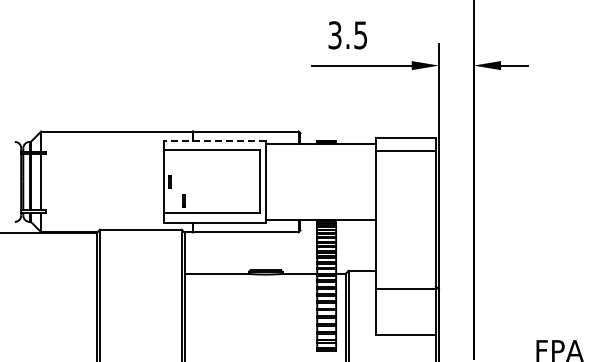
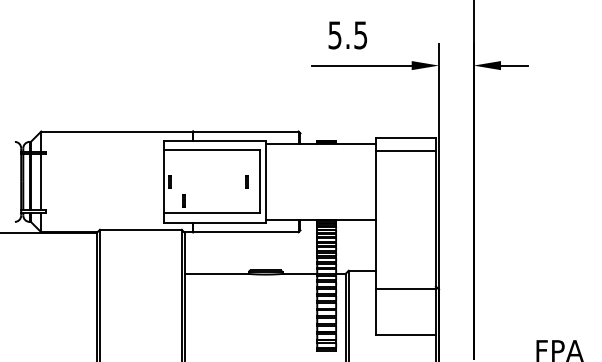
text at (335, 34): 3.5 -> 5.5
line at (215, 140): dashed -> solid
part at (246, 181): none -> present
